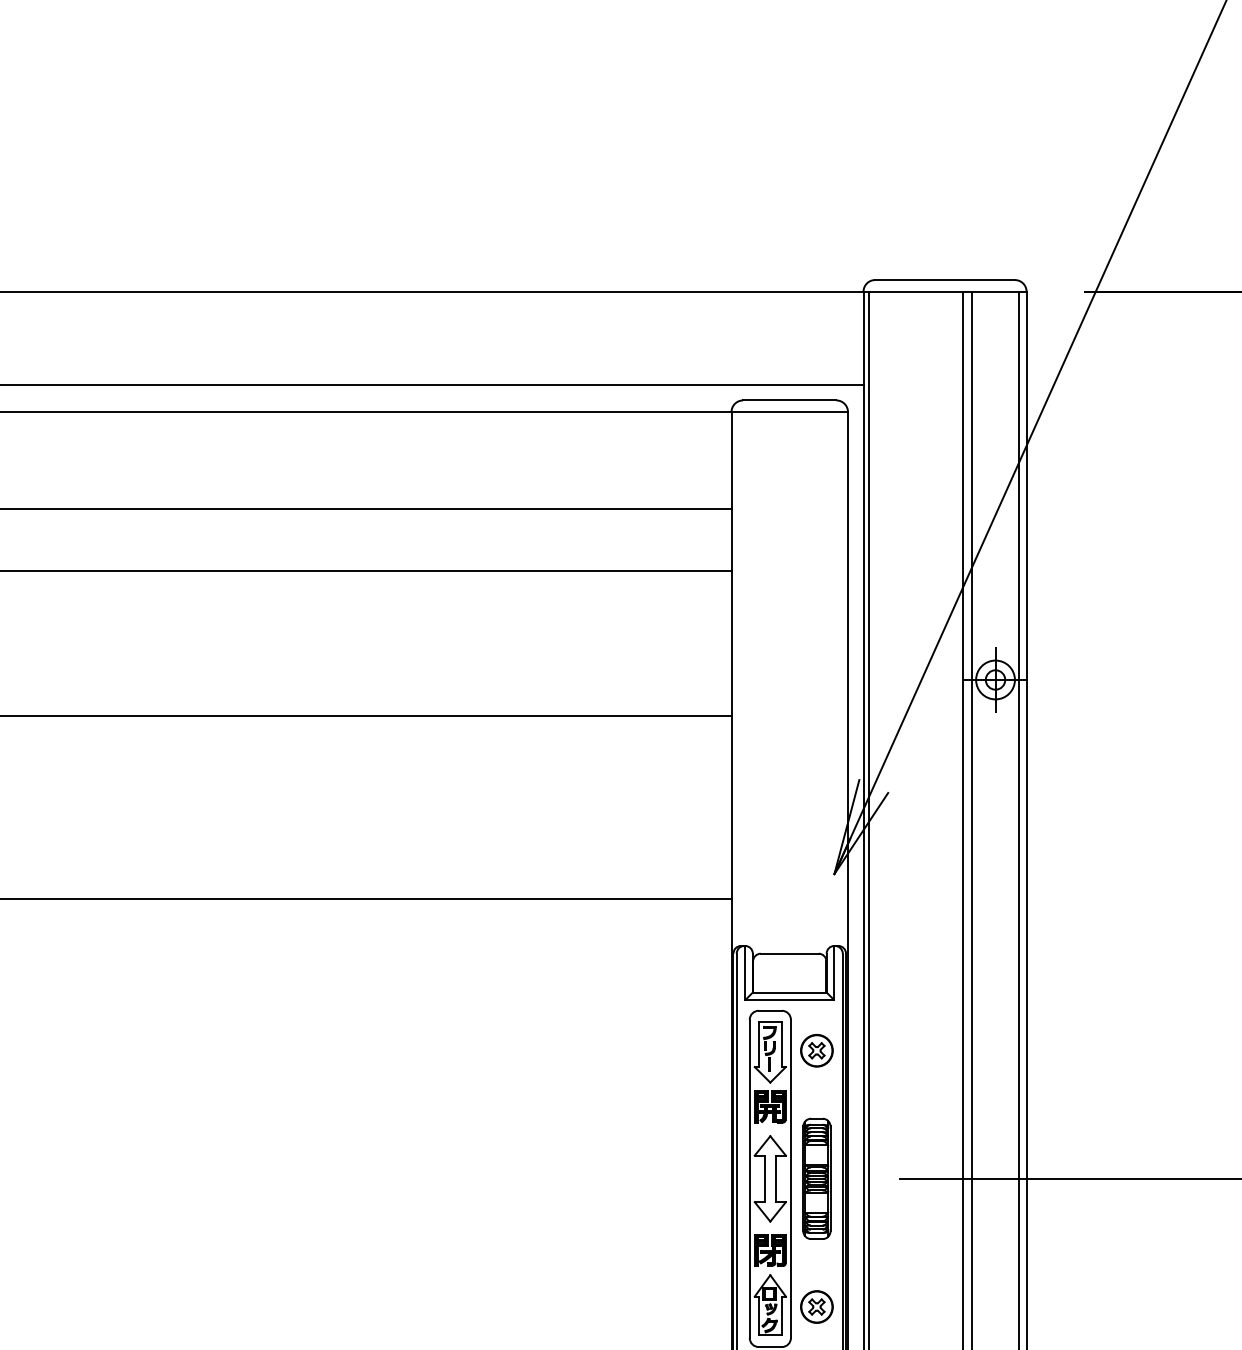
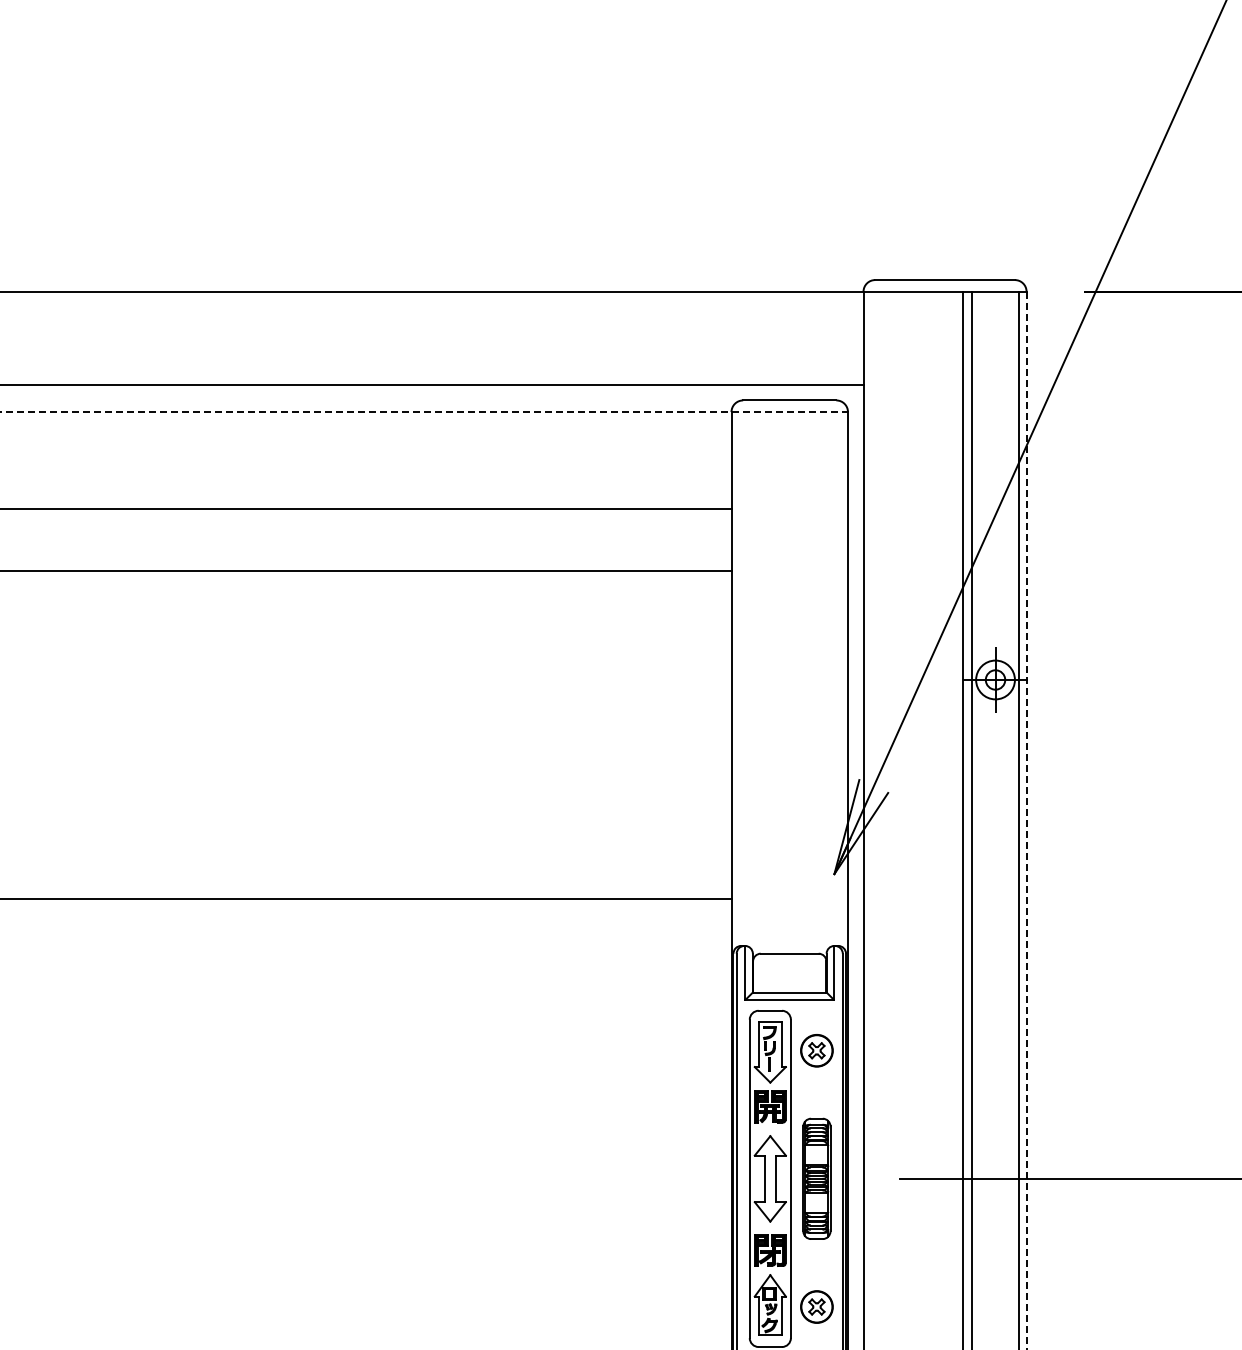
line at (424, 412): solid -> dashed
line at (366, 716): present -> none
line at (869, 818): present -> none
line at (1026, 820): solid -> dashed
